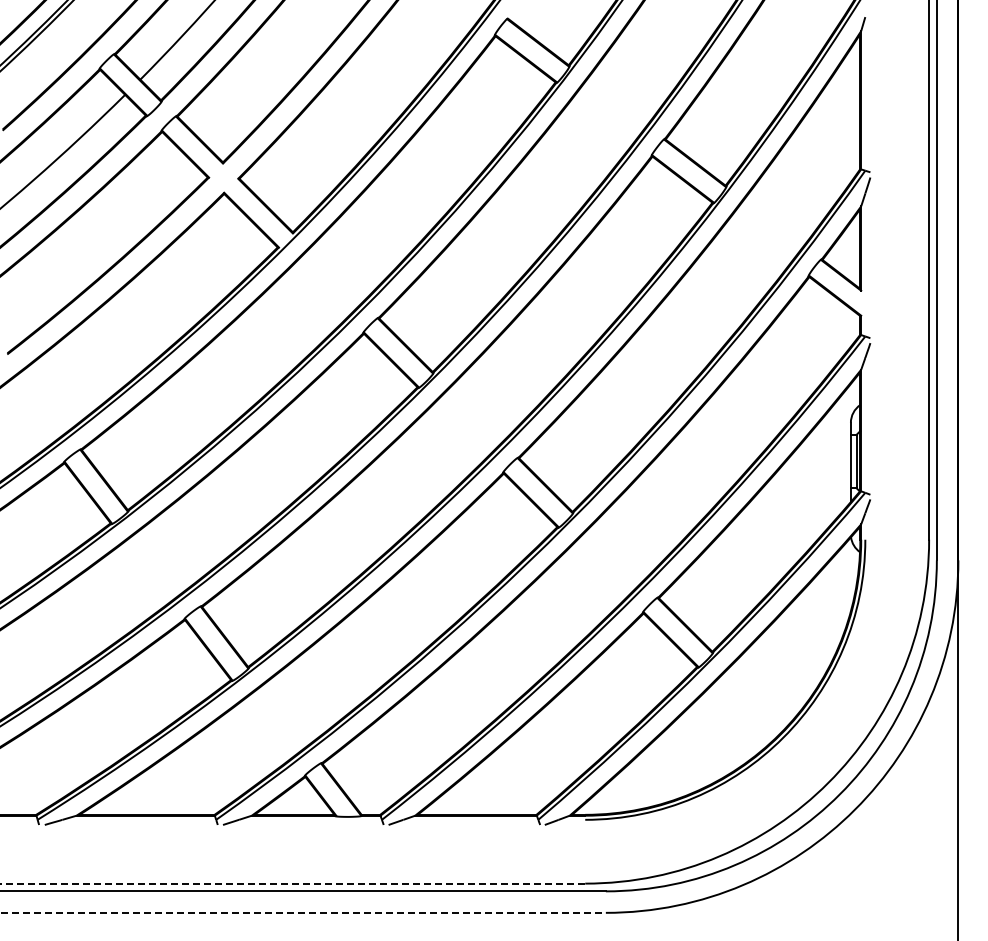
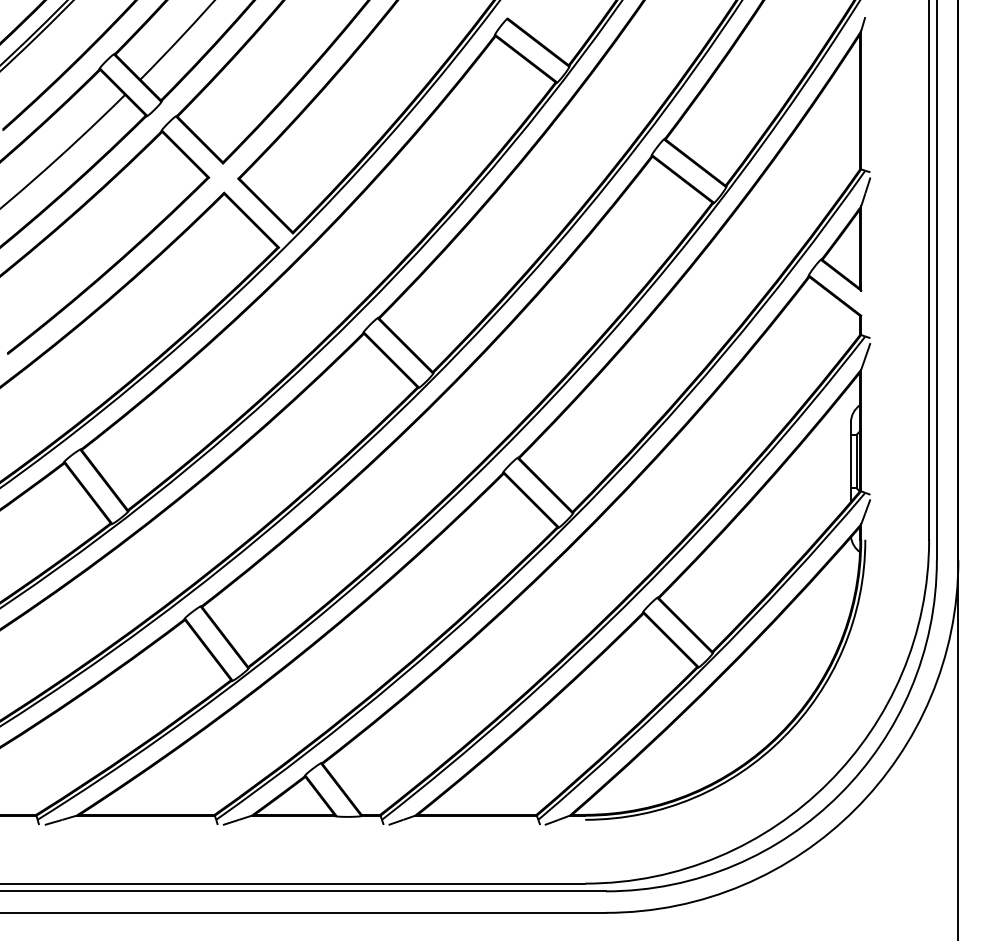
line at (292, 883): dashed -> solid
line at (302, 912): dashed -> solid
